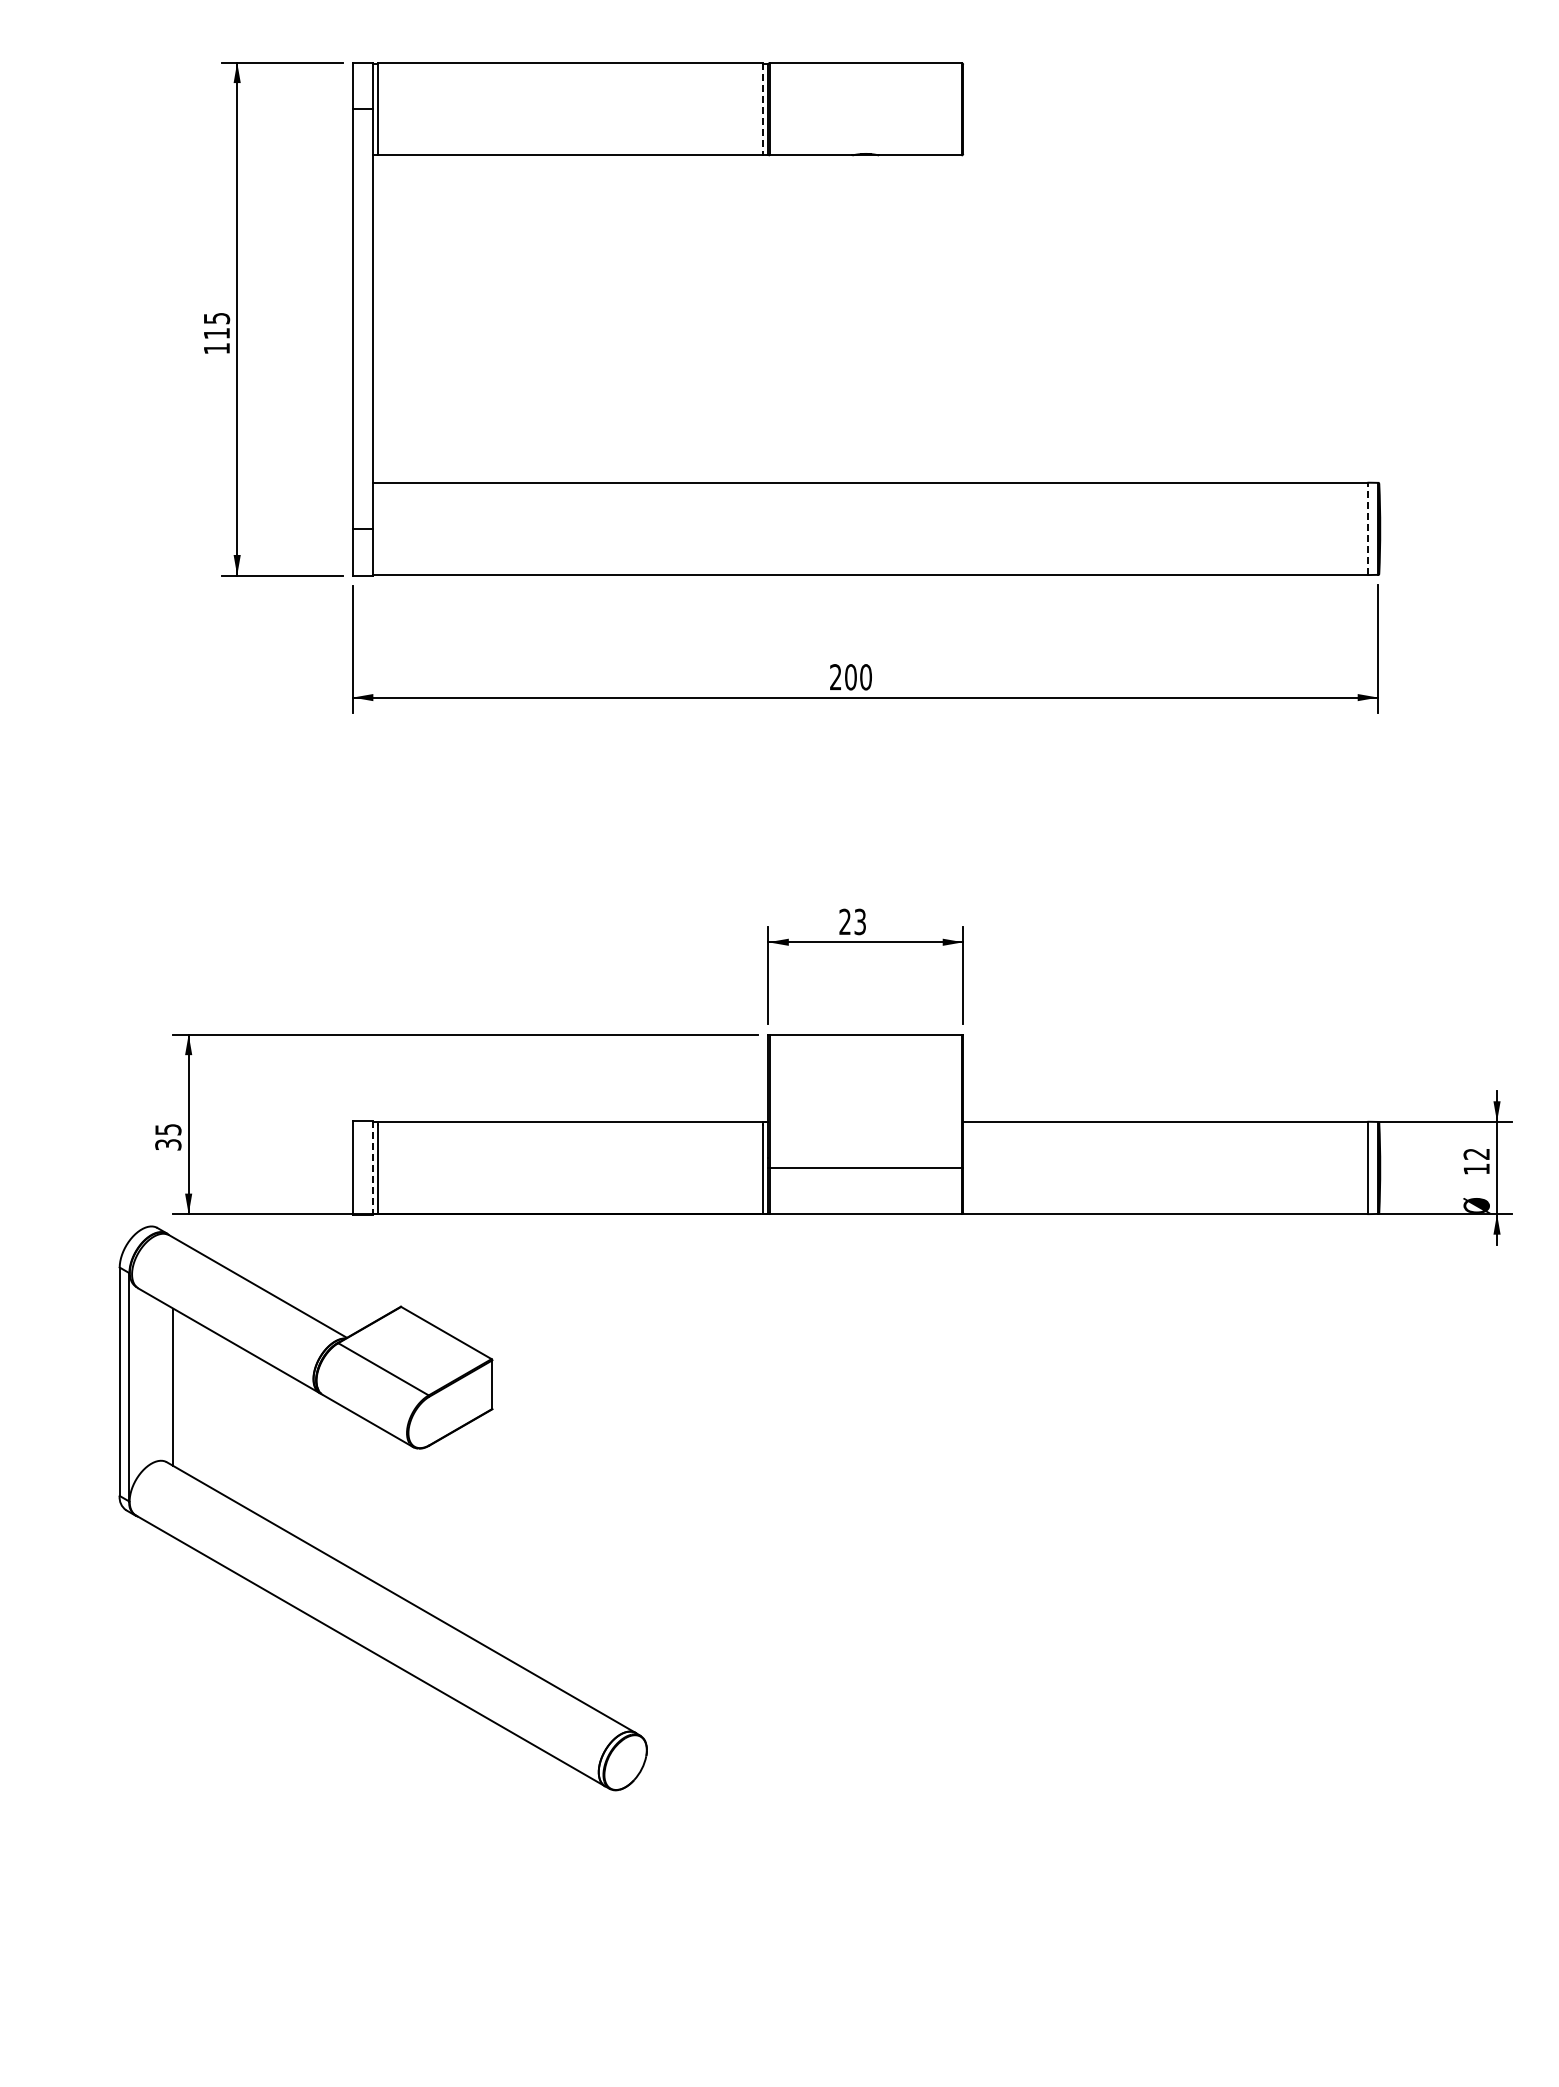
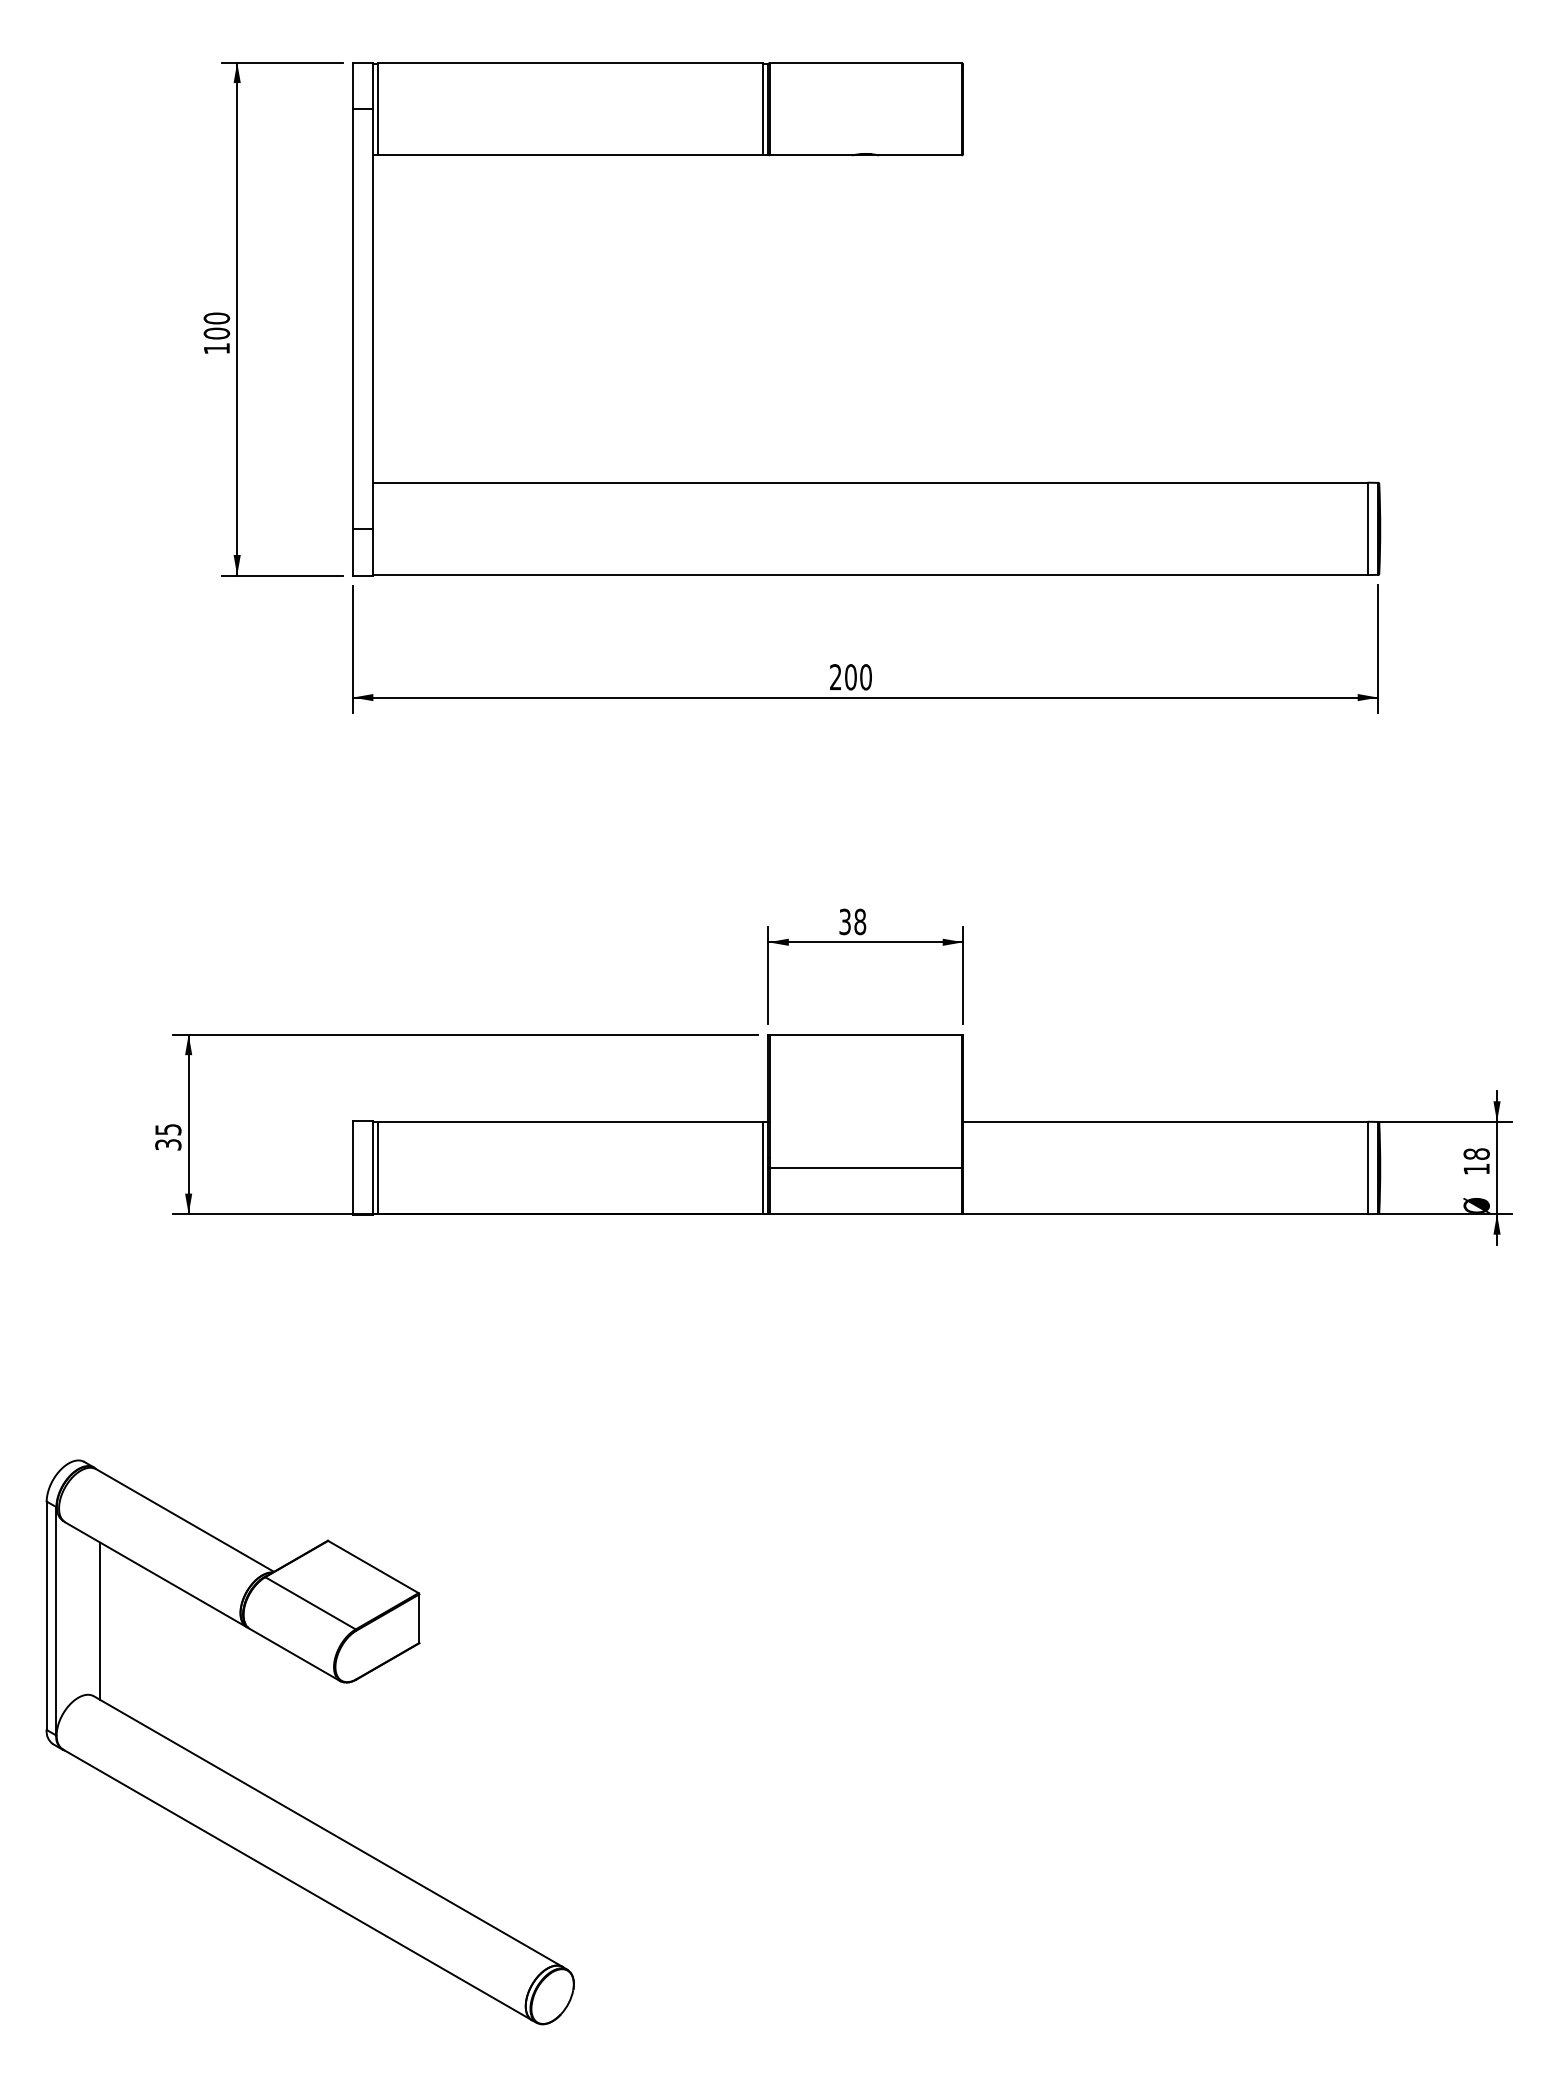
line at (763, 109): dashed -> solid
text at (216, 325): 115 -> 100
line at (1368, 528): dashed -> solid
text at (852, 921): 23 -> 38
text at (1476, 1153): 12 -> 18
line at (373, 1167): dashed -> solid
part at (346, 1564) position: (346, 1564) -> (273, 1798)
